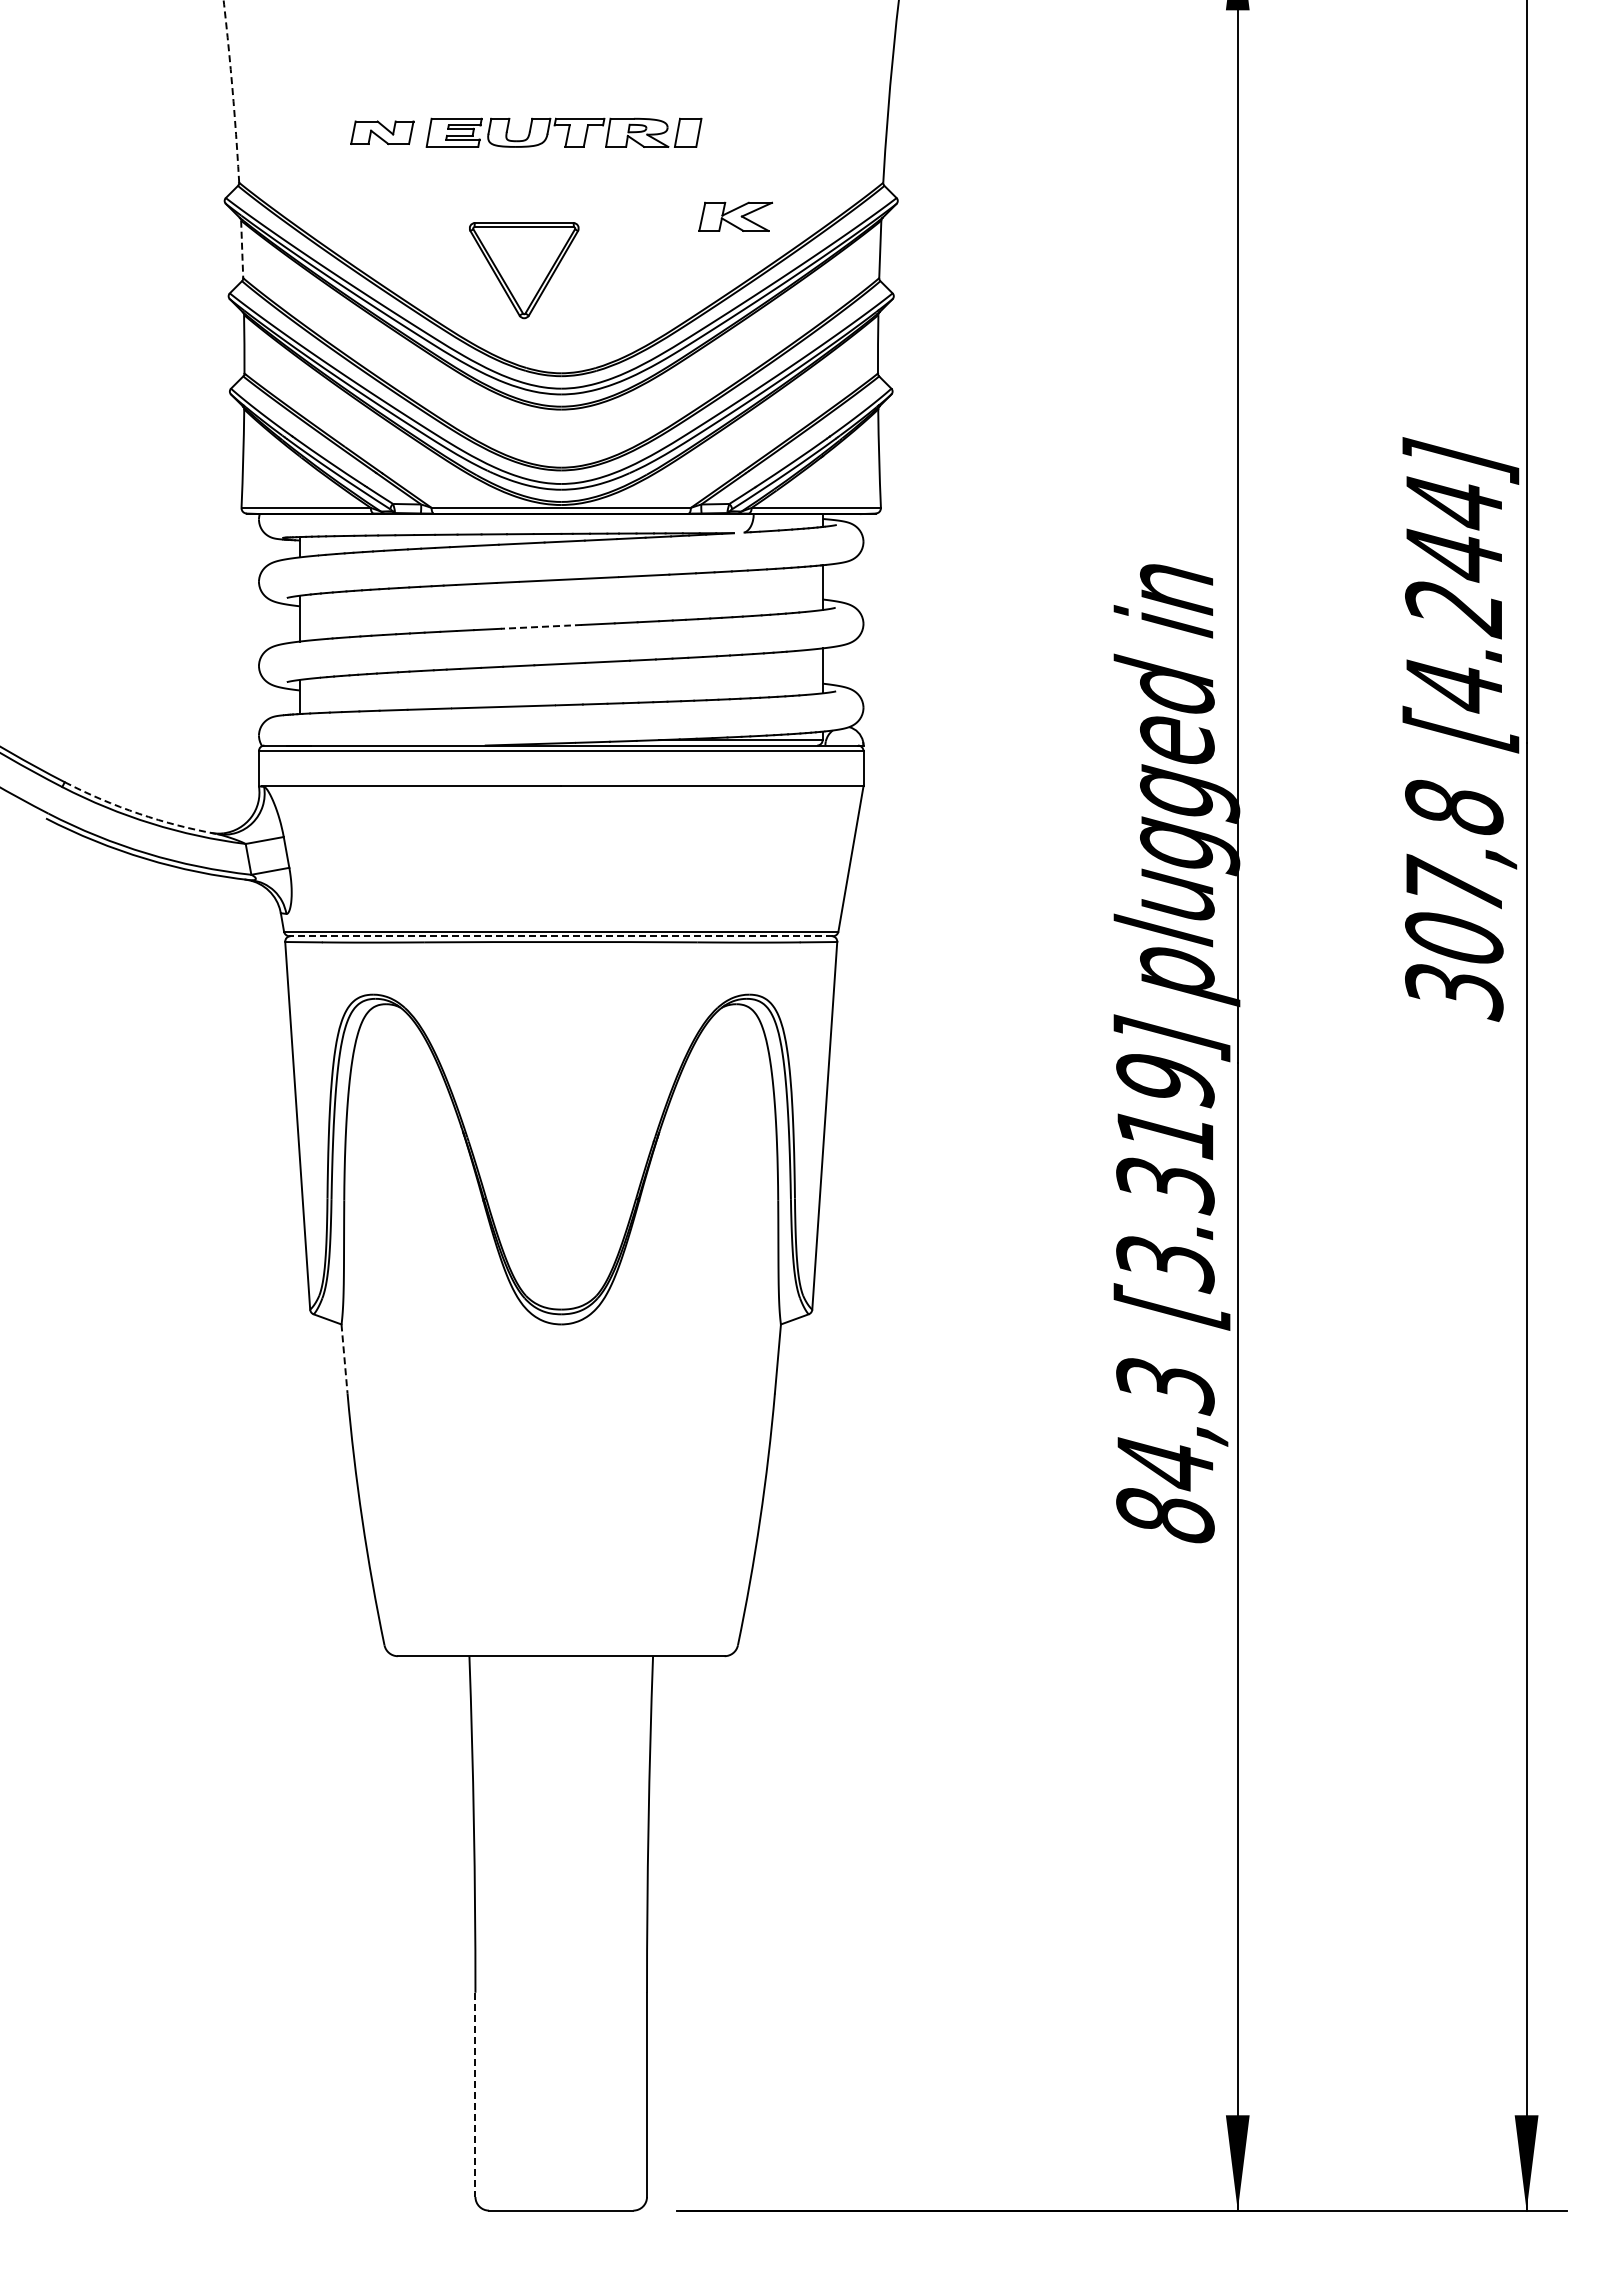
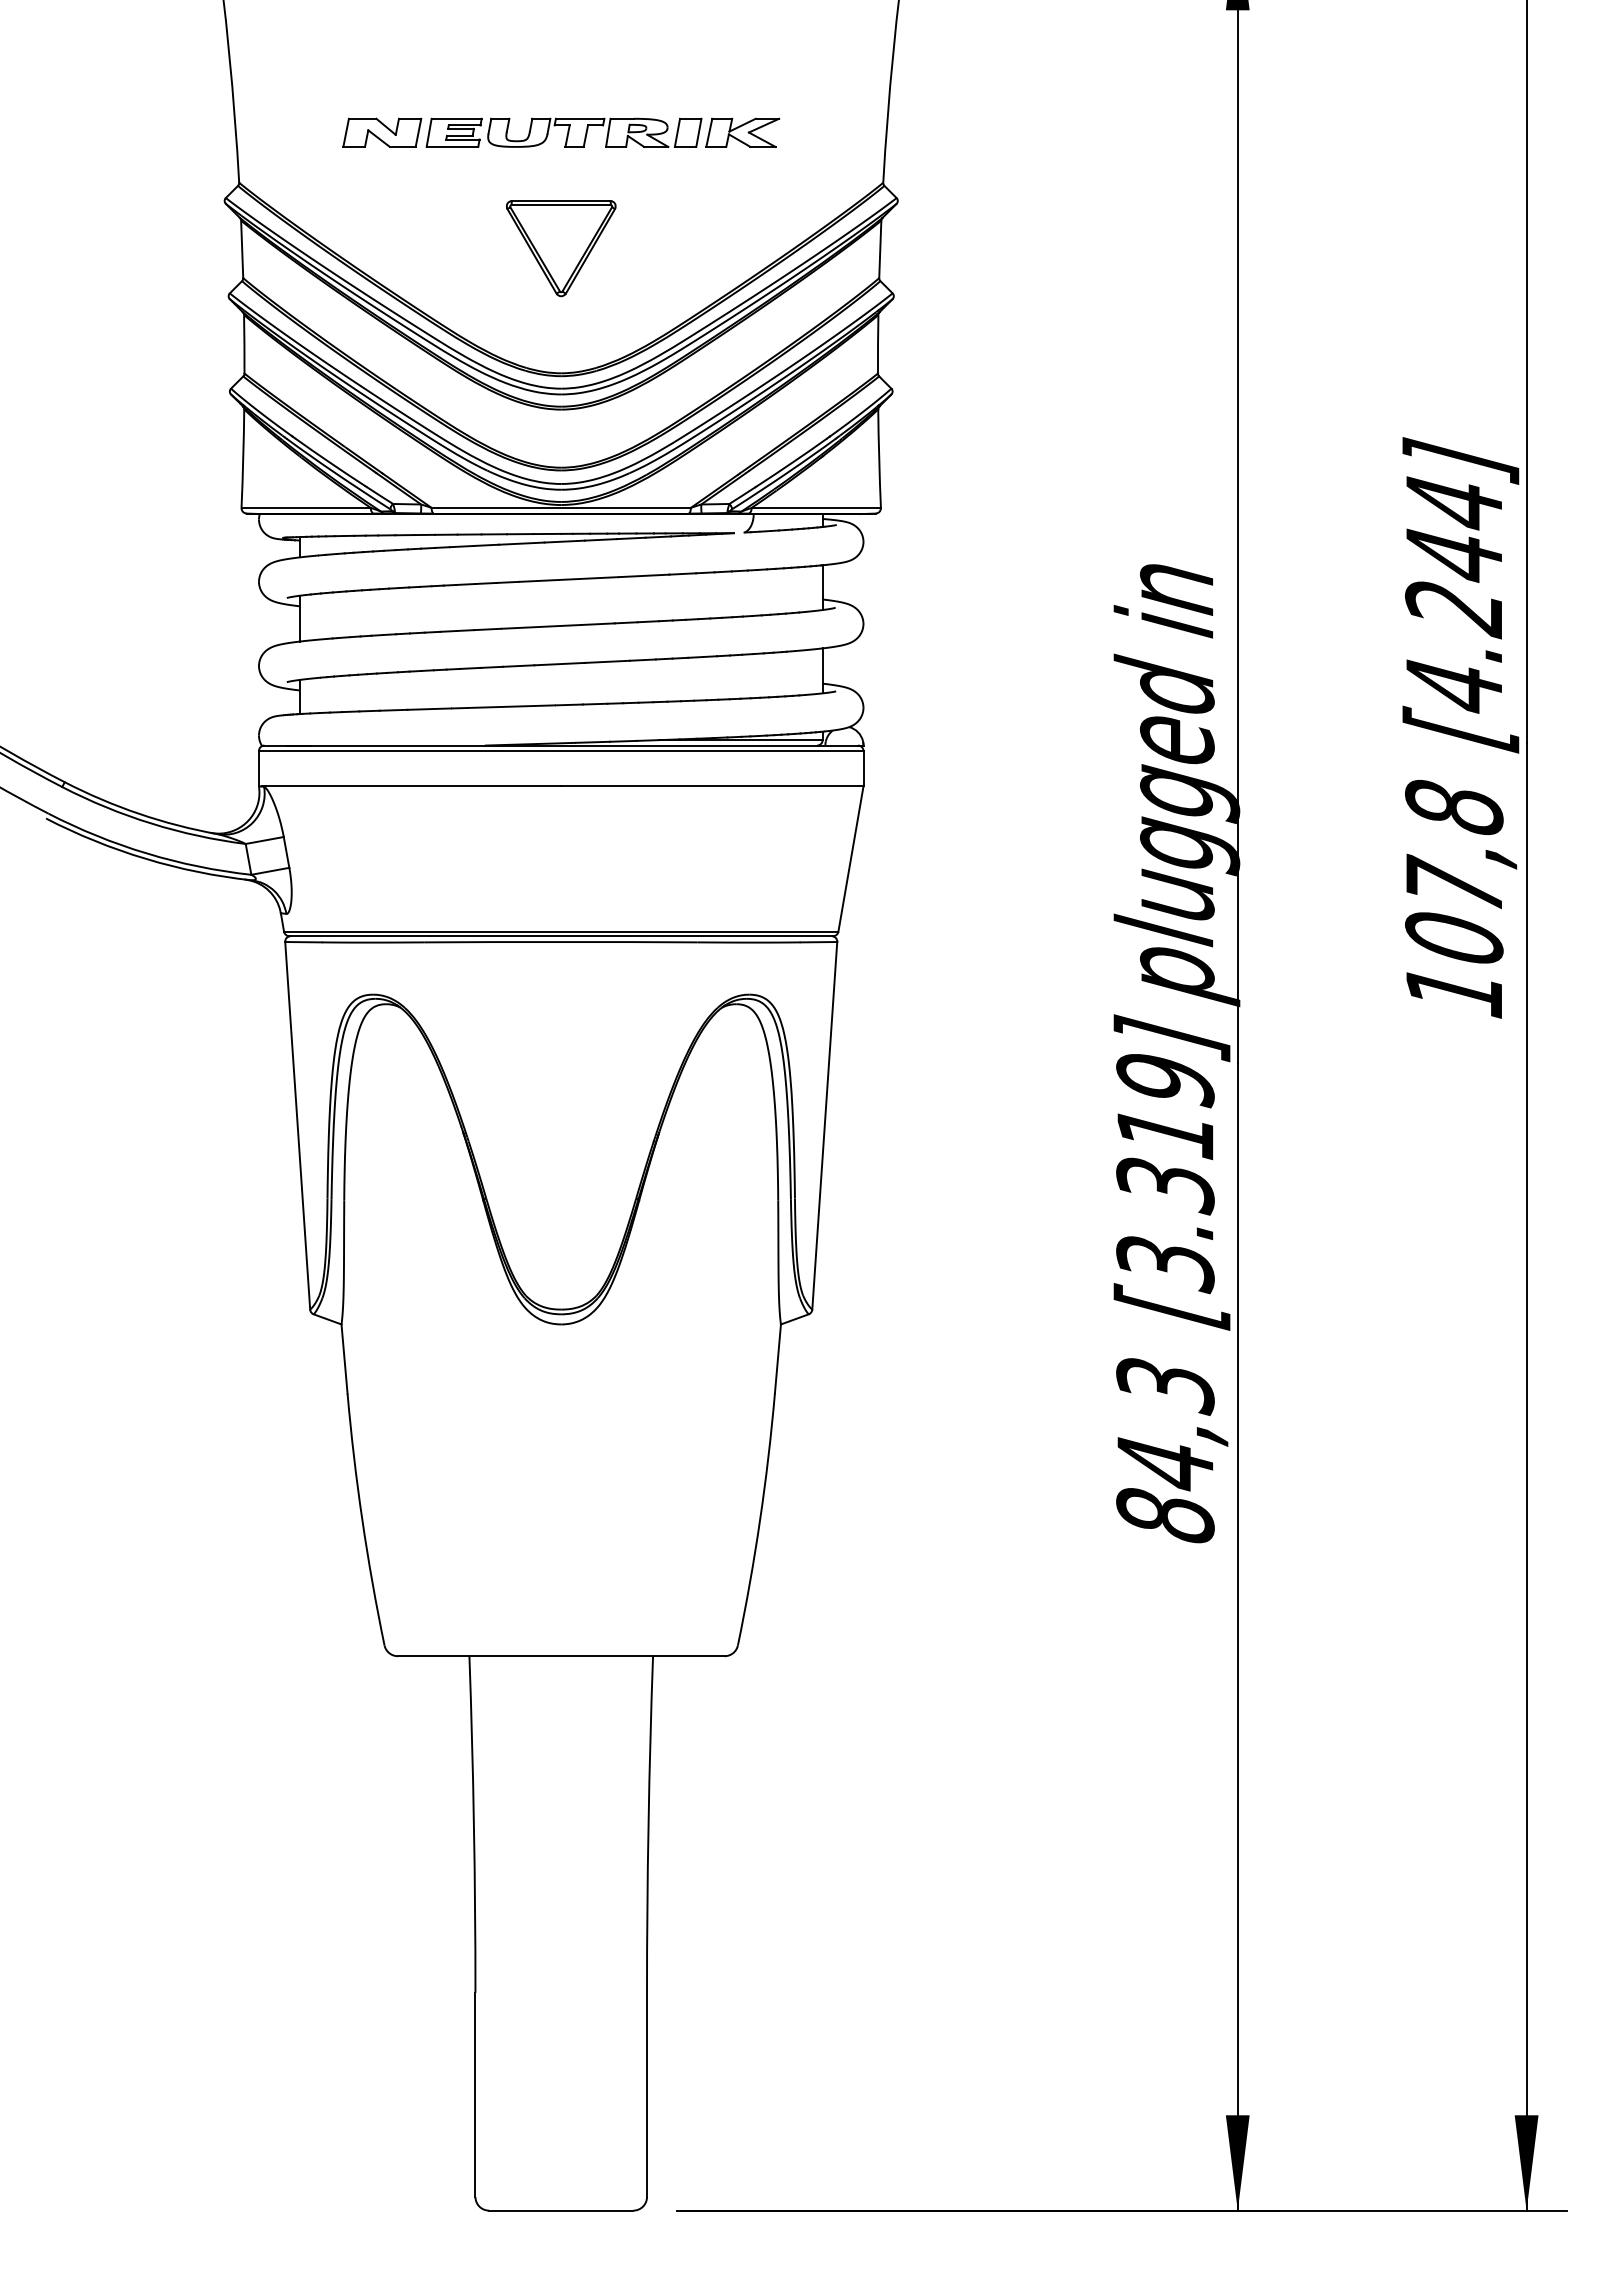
arc at (232, 91): dashed -> solid
part at (382, 132) size: 65x26 px -> 81x31 px
part at (735, 216) position: (735, 216) -> (742, 132)
line at (242, 249): dashed -> solid
part at (524, 270) position: (524, 270) -> (561, 248)
line at (541, 626): dashed -> solid
arc at (139, 813): dashed -> solid
line at (561, 936): dashed -> solid
text at (1454, 993): 307,8 -> 107,8
line at (344, 1358): dashed -> solid
line at (475, 2095): dashed -> solid
